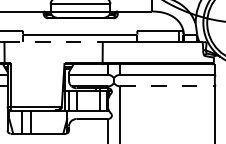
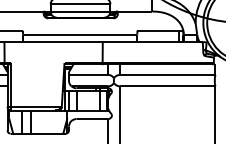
line at (54, 42): dashed -> solid
line at (168, 86): dashed -> solid
